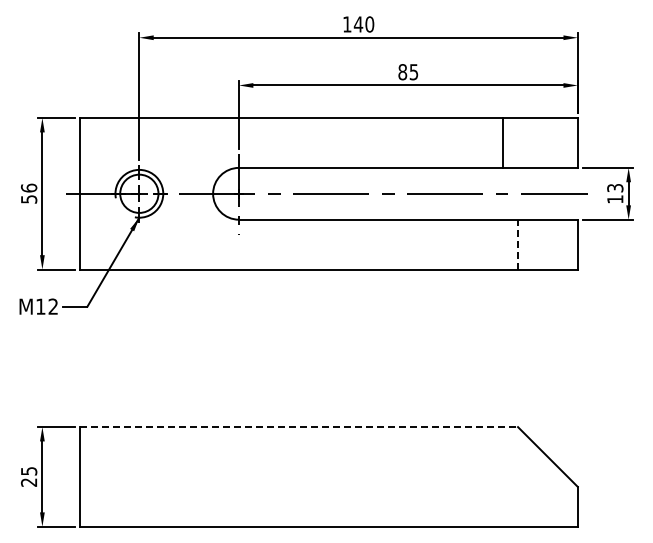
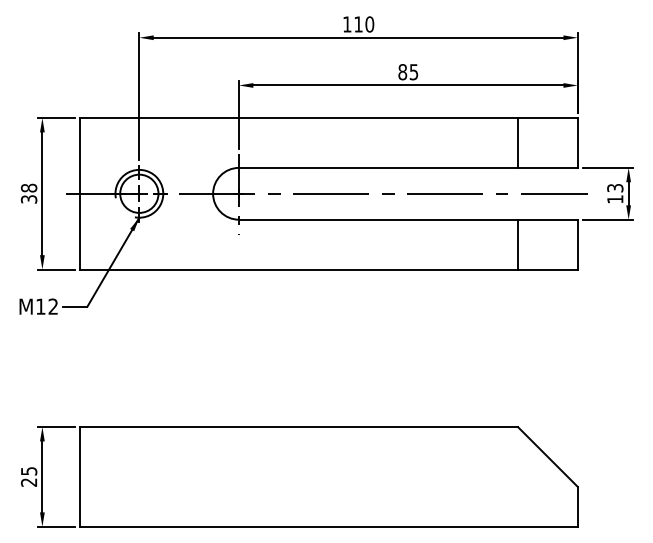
text at (358, 24): 140 -> 110
line at (503, 142) position: (503, 142) -> (518, 142)
text at (28, 193): 56 -> 38
line at (518, 244): dashed -> solid
line at (299, 427): dashed -> solid
